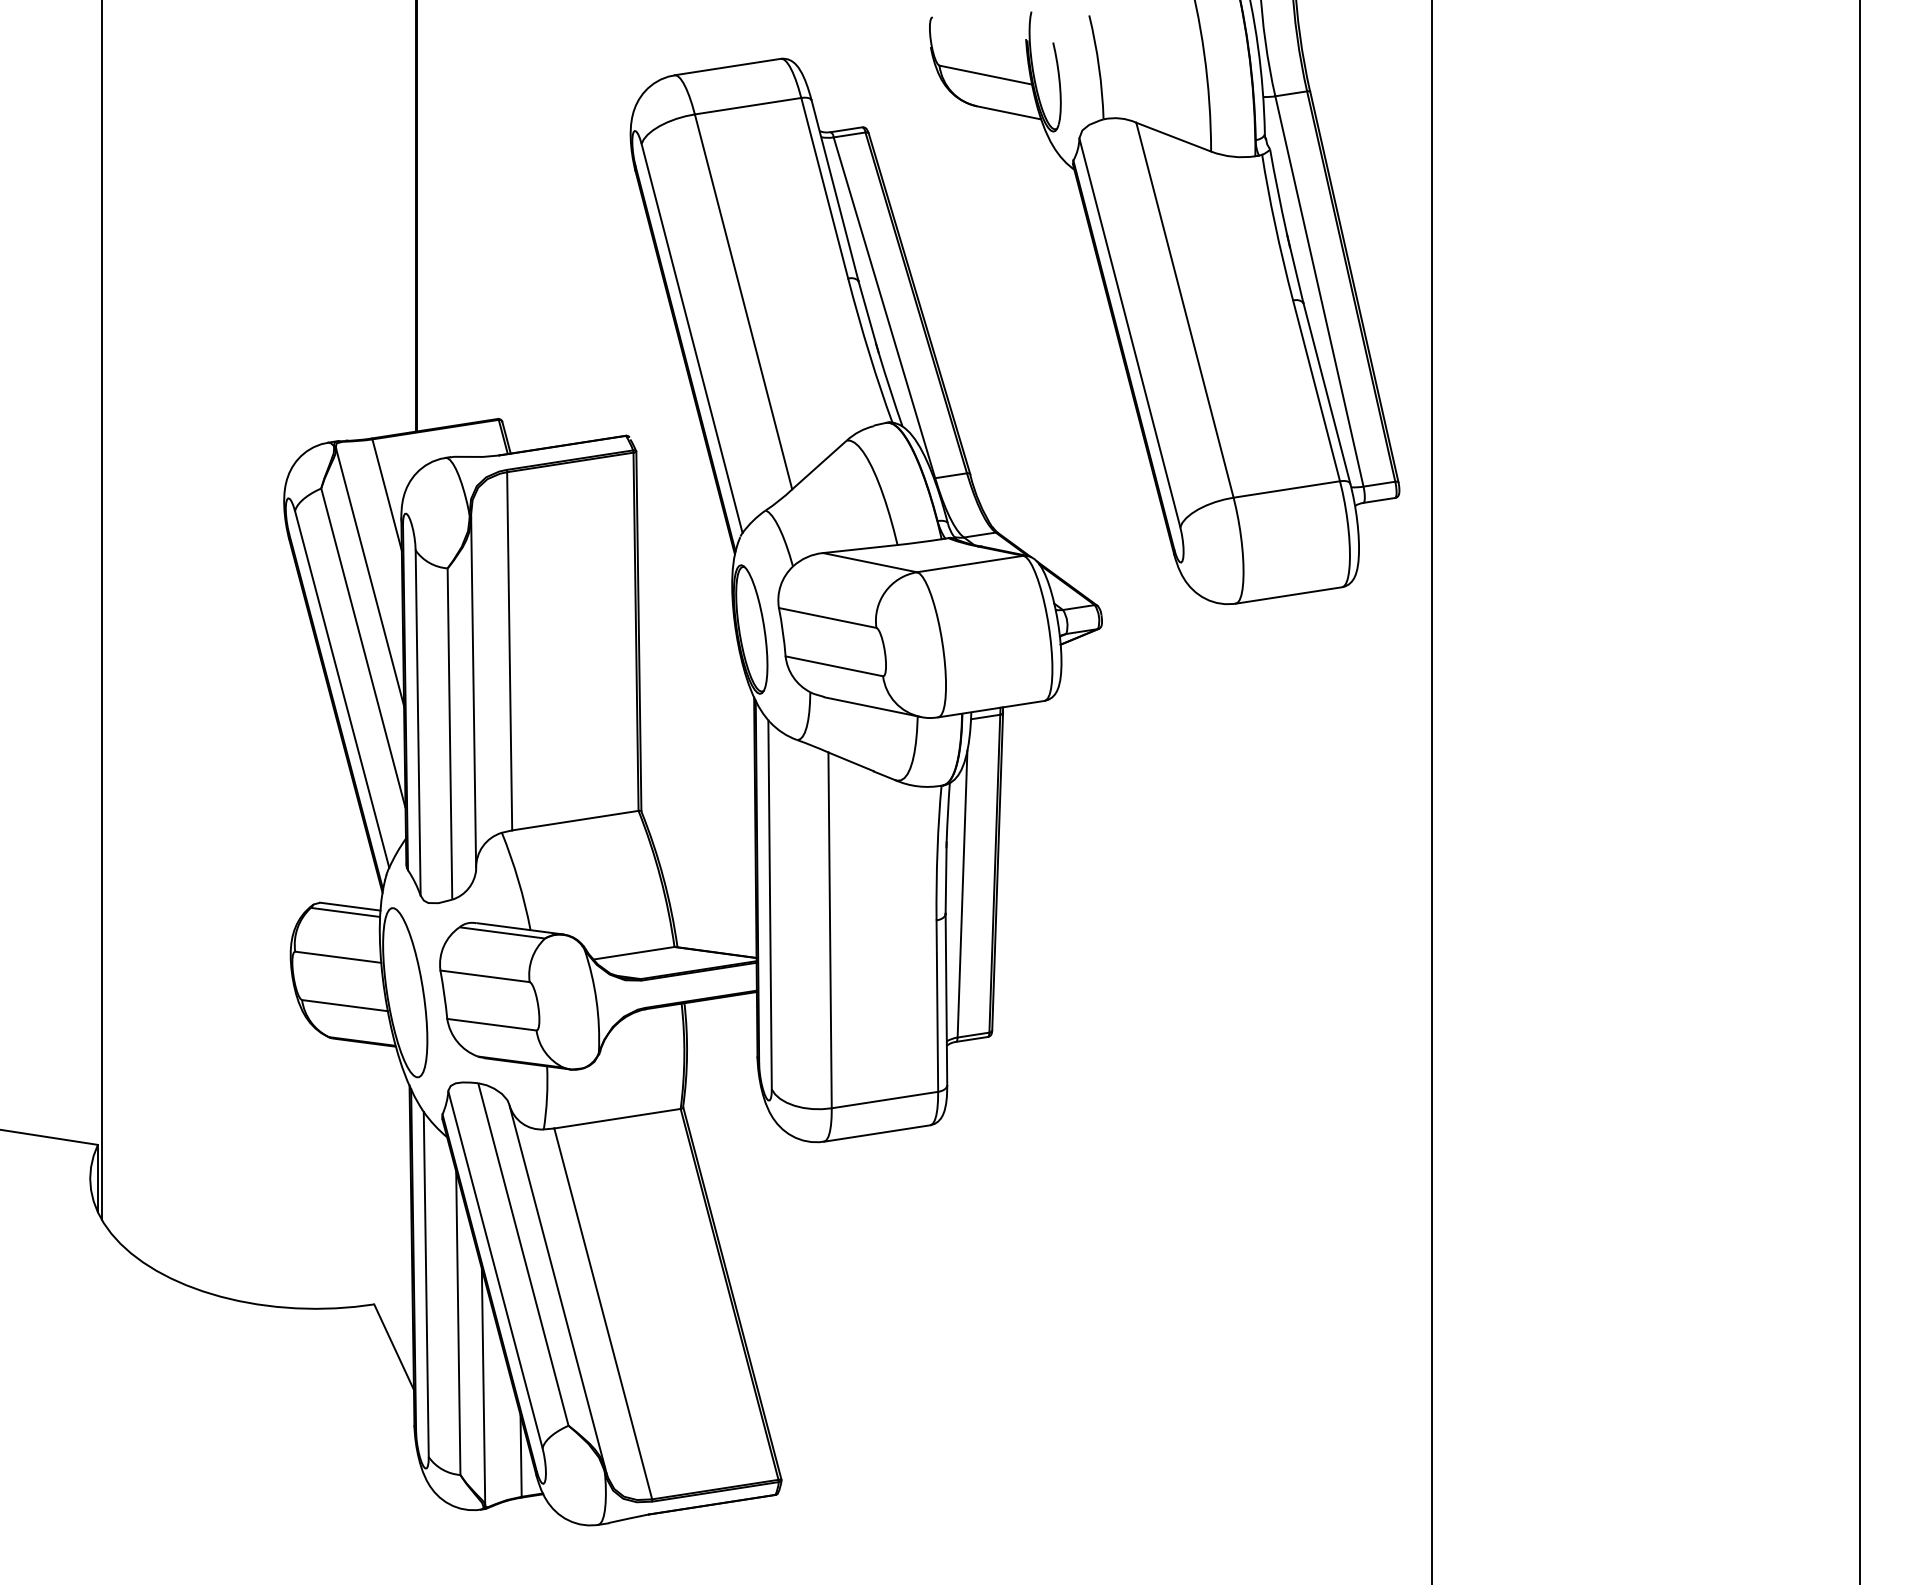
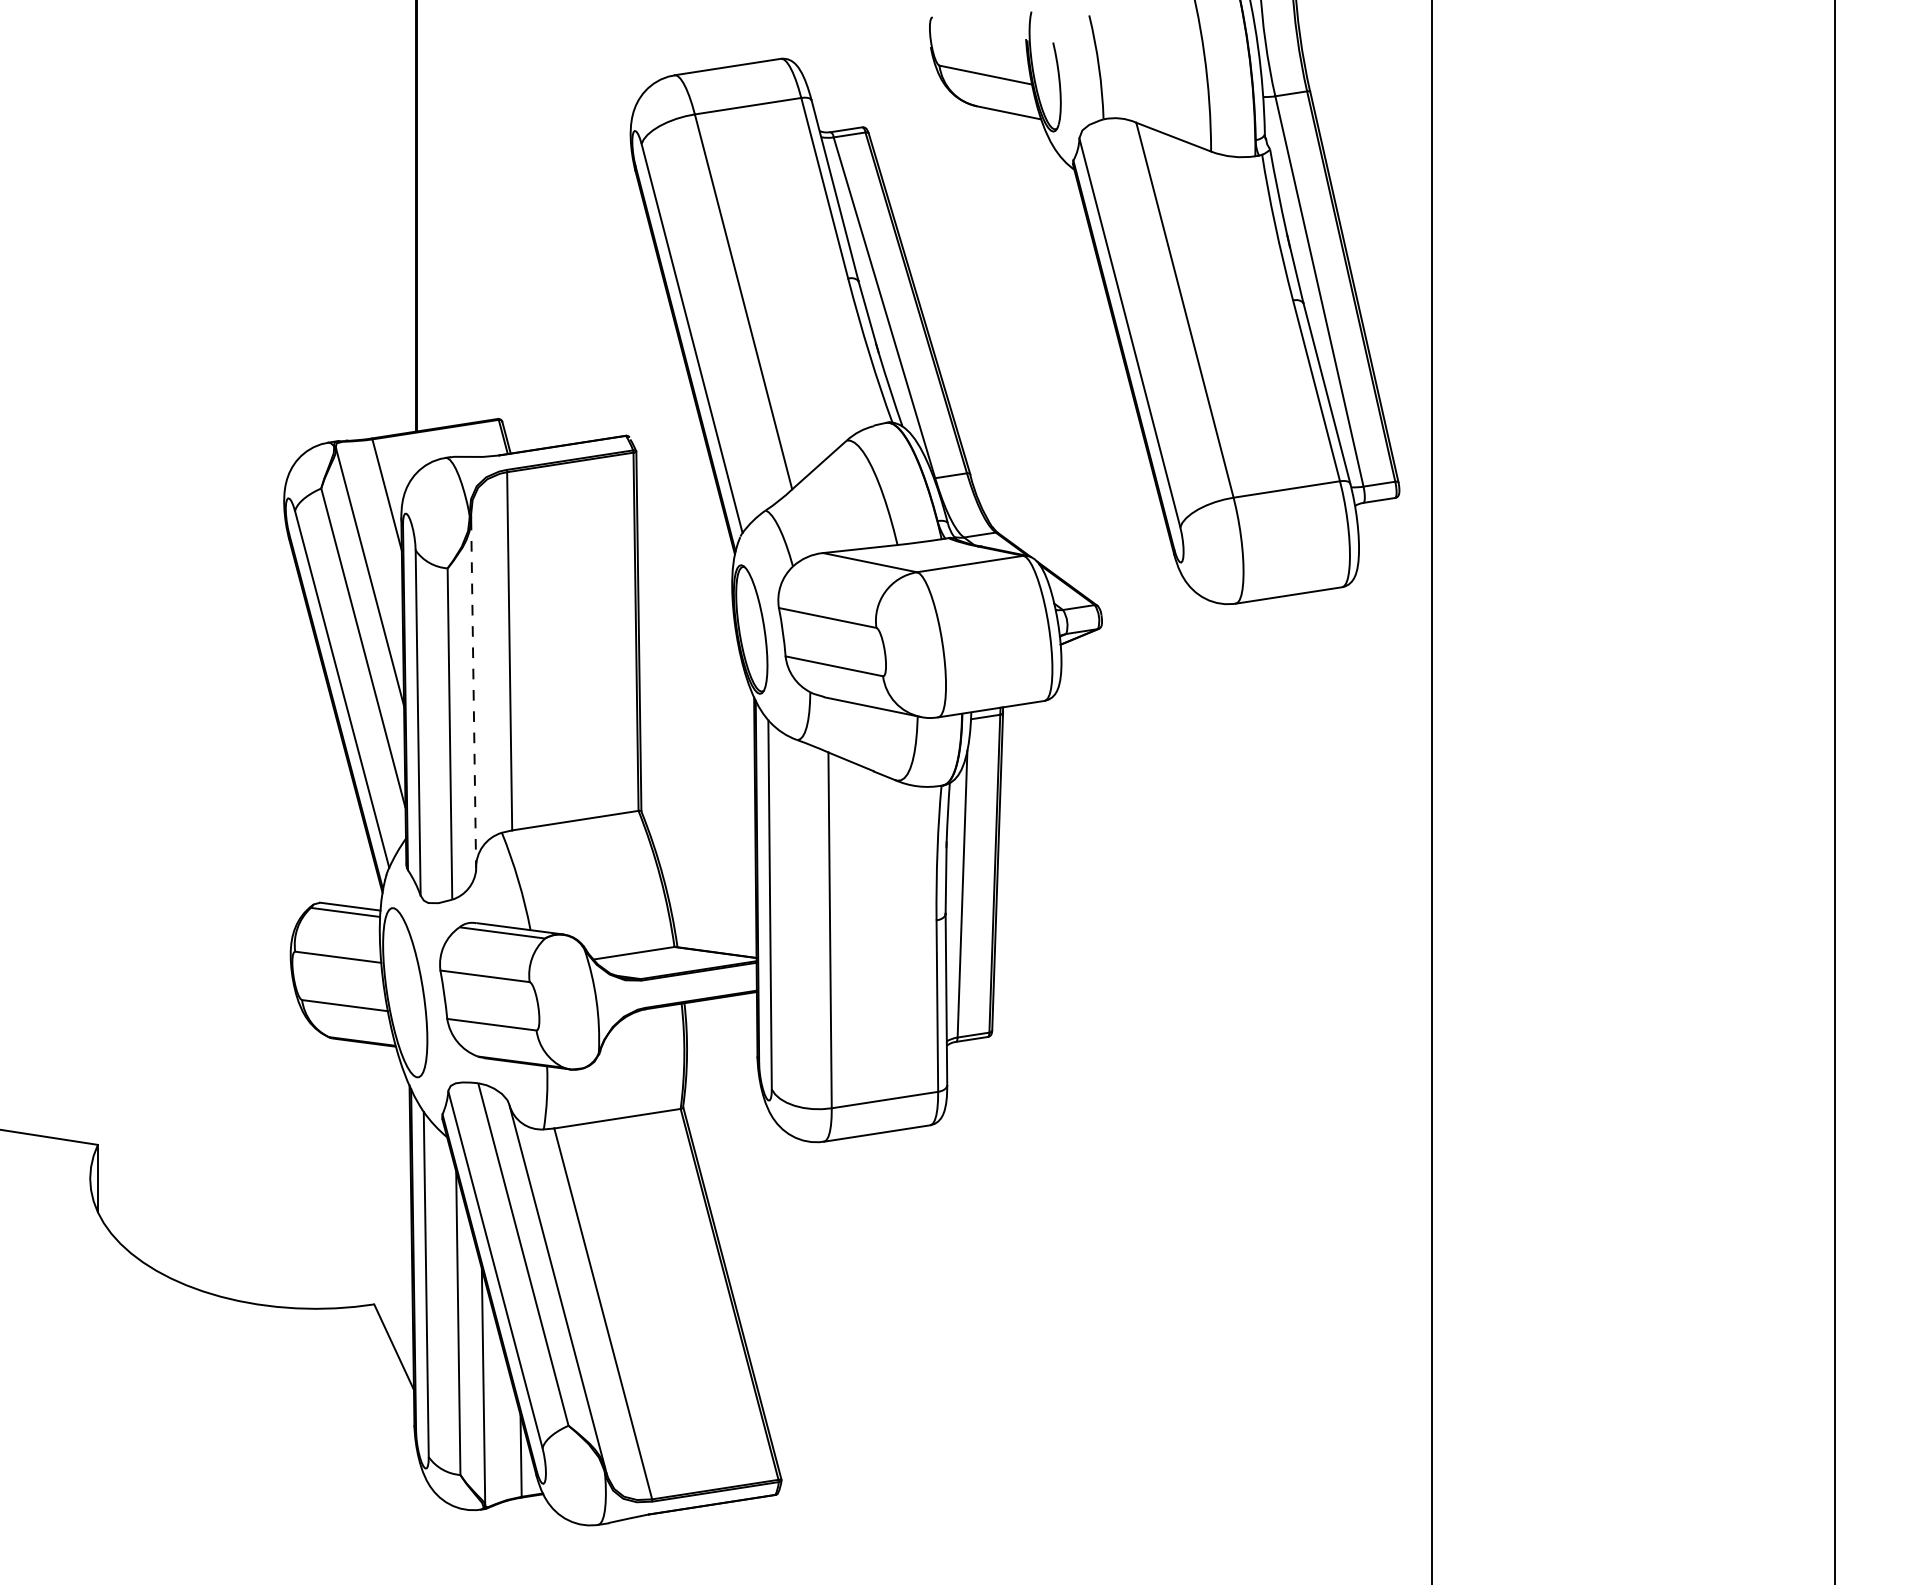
line at (101, 610): present -> none
line at (473, 695): solid -> dashed
line at (1860, 791) position: (1860, 791) -> (1835, 791)
